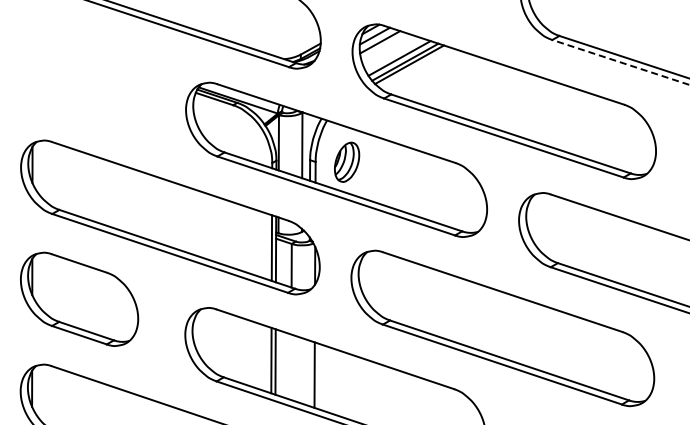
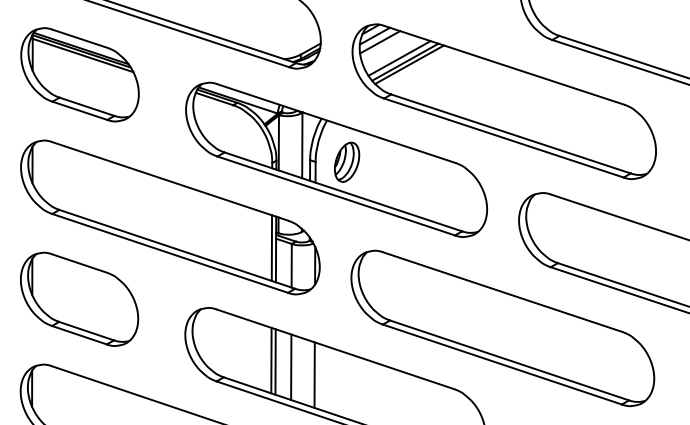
line at (620, 62): dashed -> solid
part at (79, 74): none -> present
line at (291, 367): none -> present
